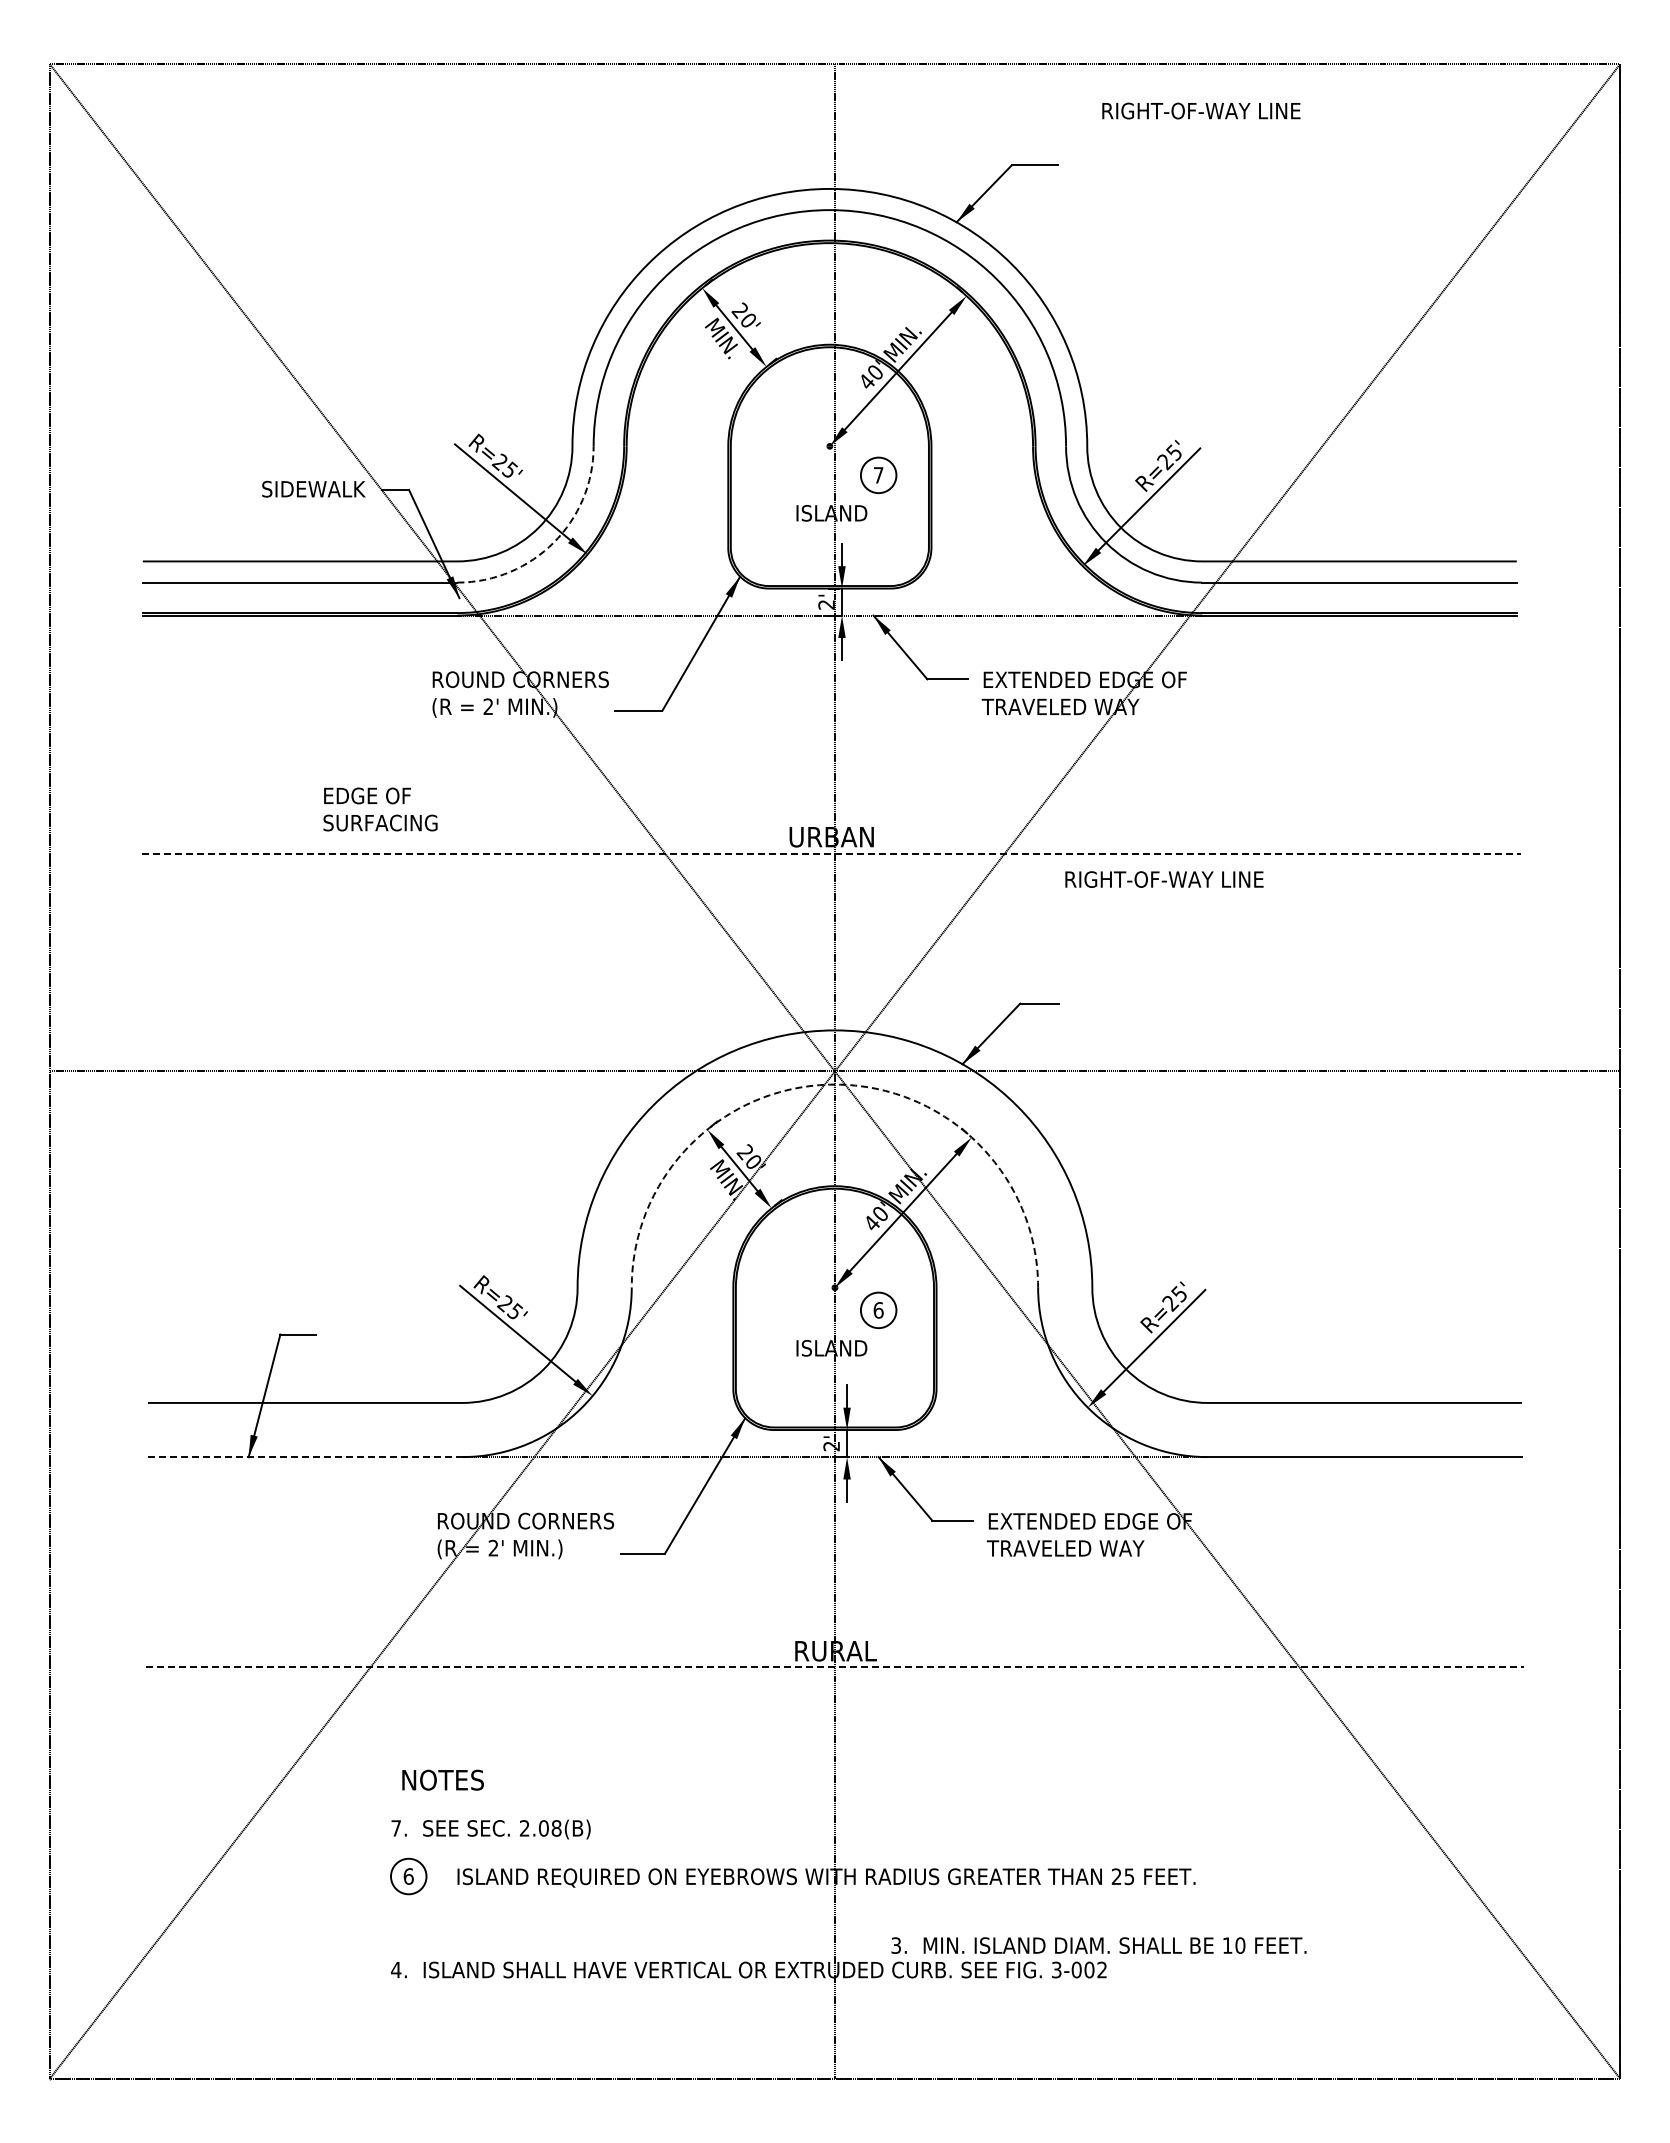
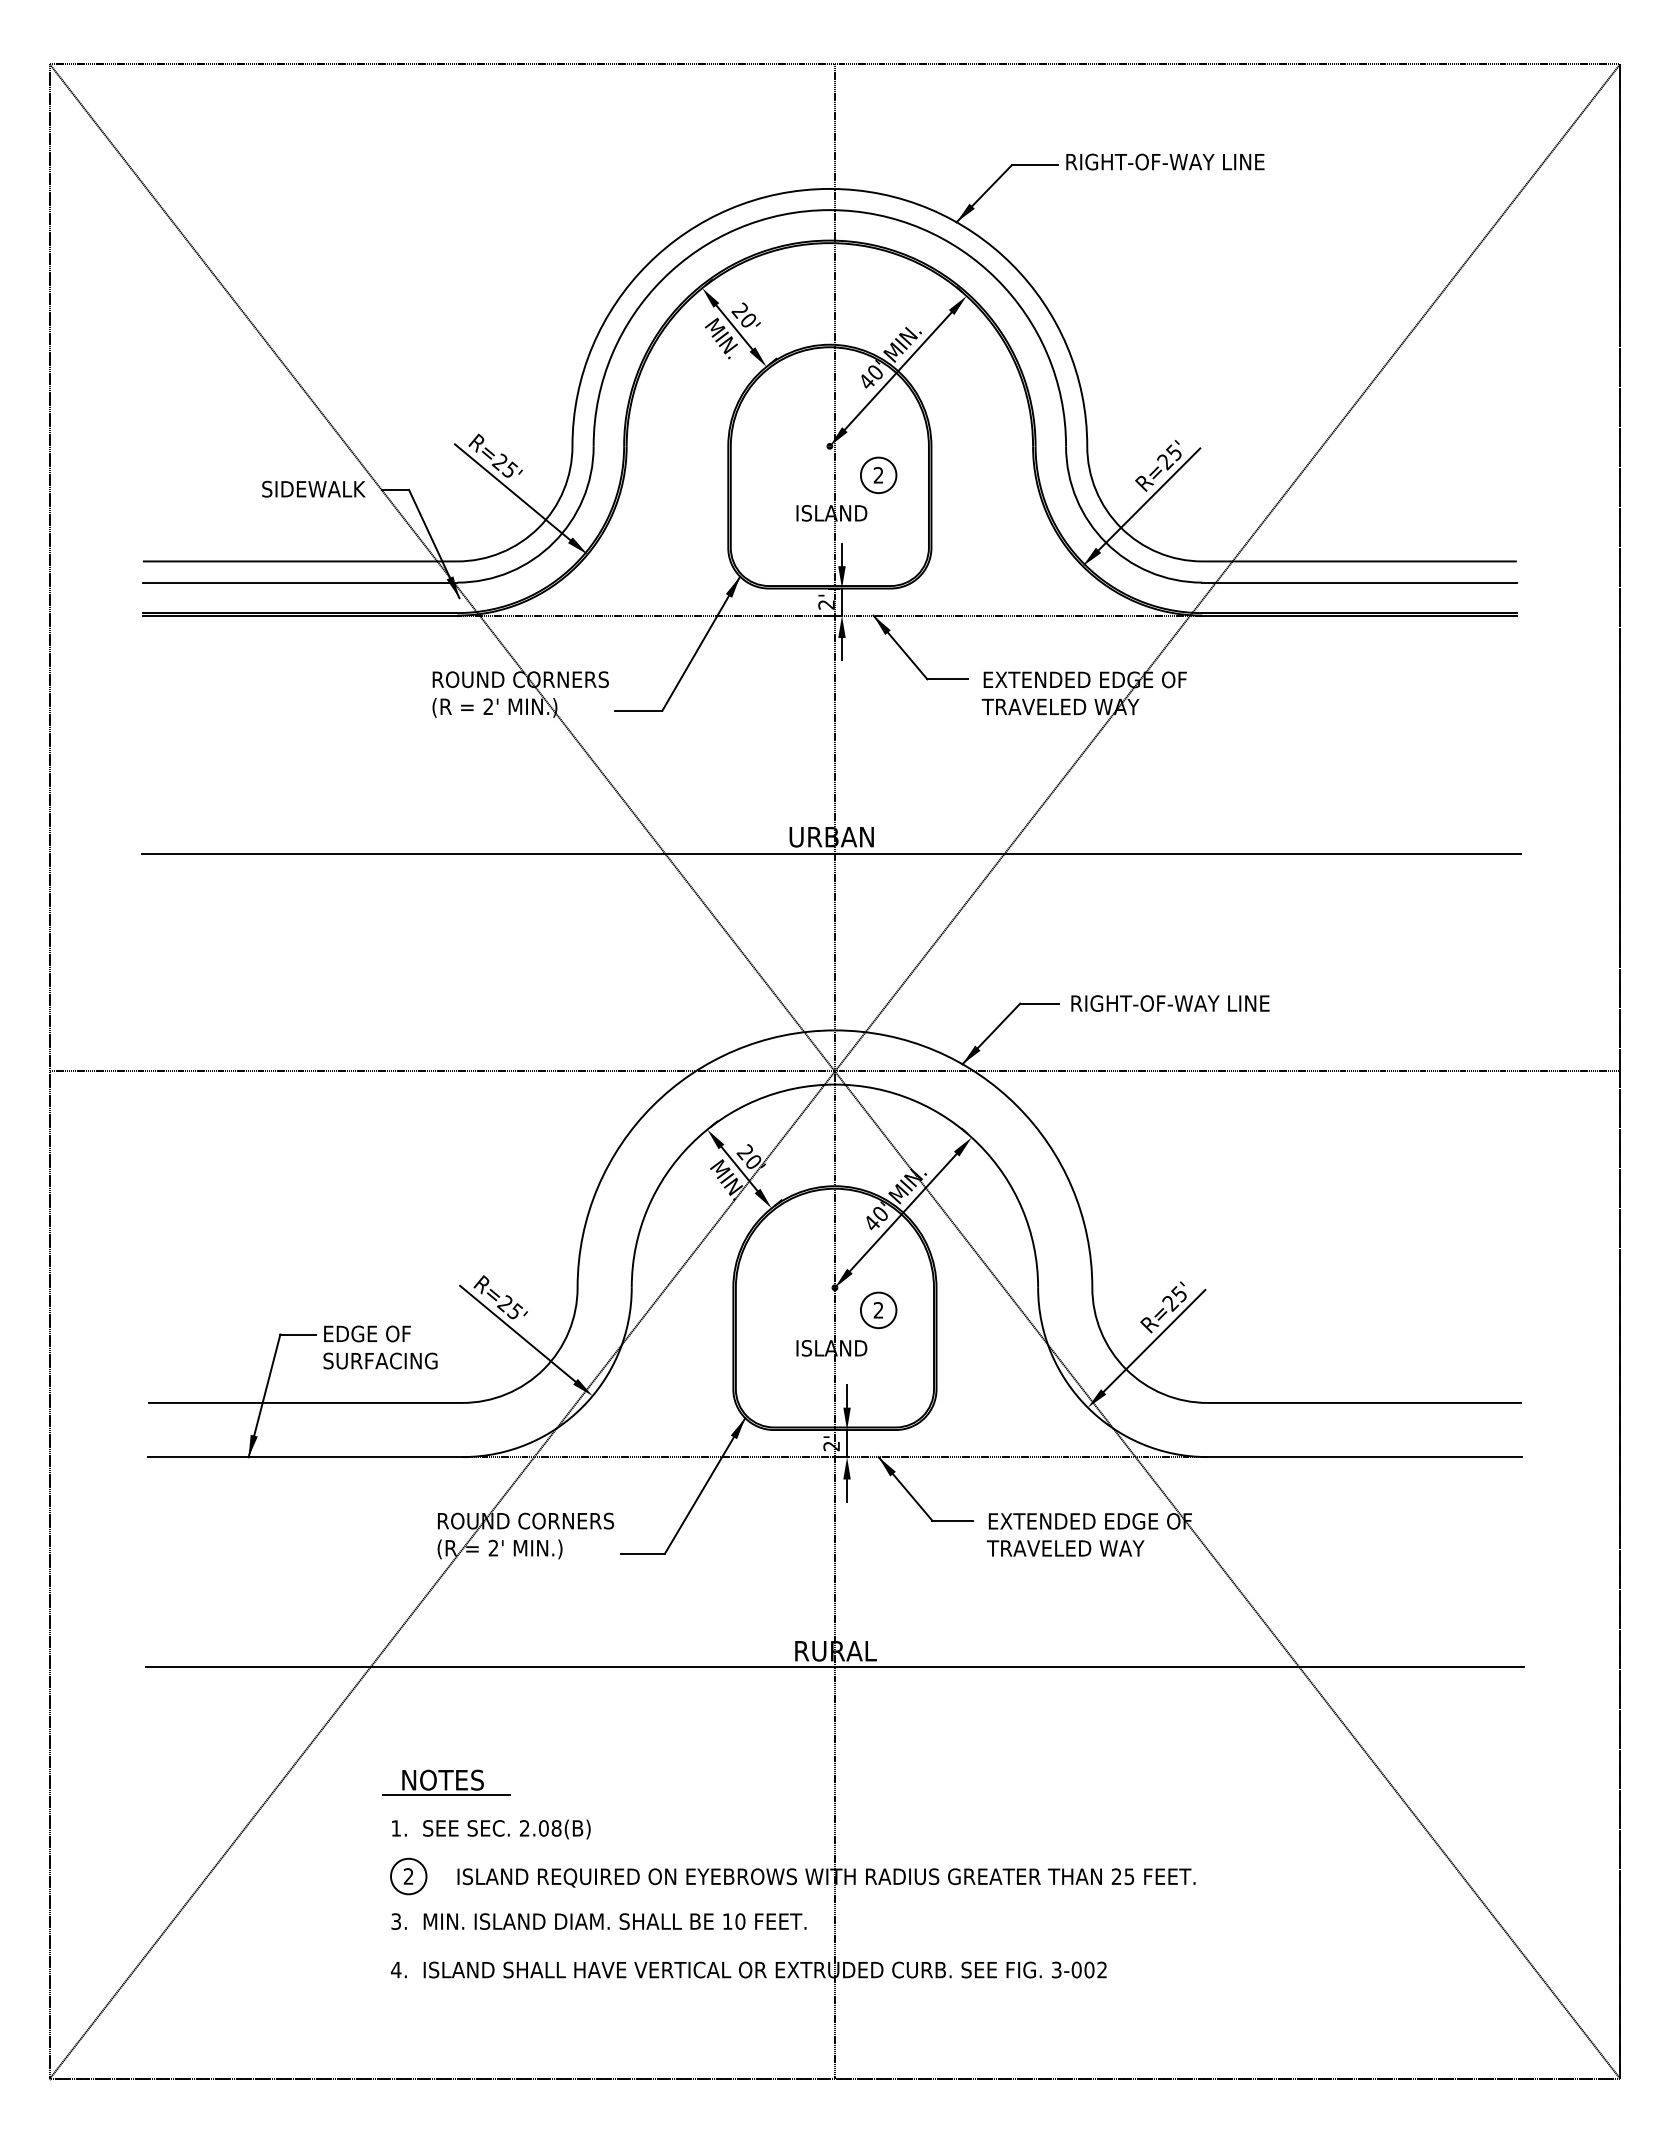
text at (1201, 110) position: (1201, 110) -> (1165, 161)
text at (878, 475): 7 -> 2
arc at (553, 542): dashed -> solid
text at (380, 809) position: (380, 809) -> (380, 1347)
line at (831, 853): dashed -> solid
text at (1164, 879) position: (1164, 879) -> (1170, 1003)
arc at (834, 1084): dashed -> solid
text at (878, 1310): 6 -> 2
line at (305, 1457): dashed -> solid
line at (835, 1667): dashed -> solid
line at (445, 1795): none -> present
text at (395, 1828): 7. -> 1.
text at (408, 1876): 6 -> 2
text at (1098, 1945) position: (1098, 1945) -> (598, 1921)
